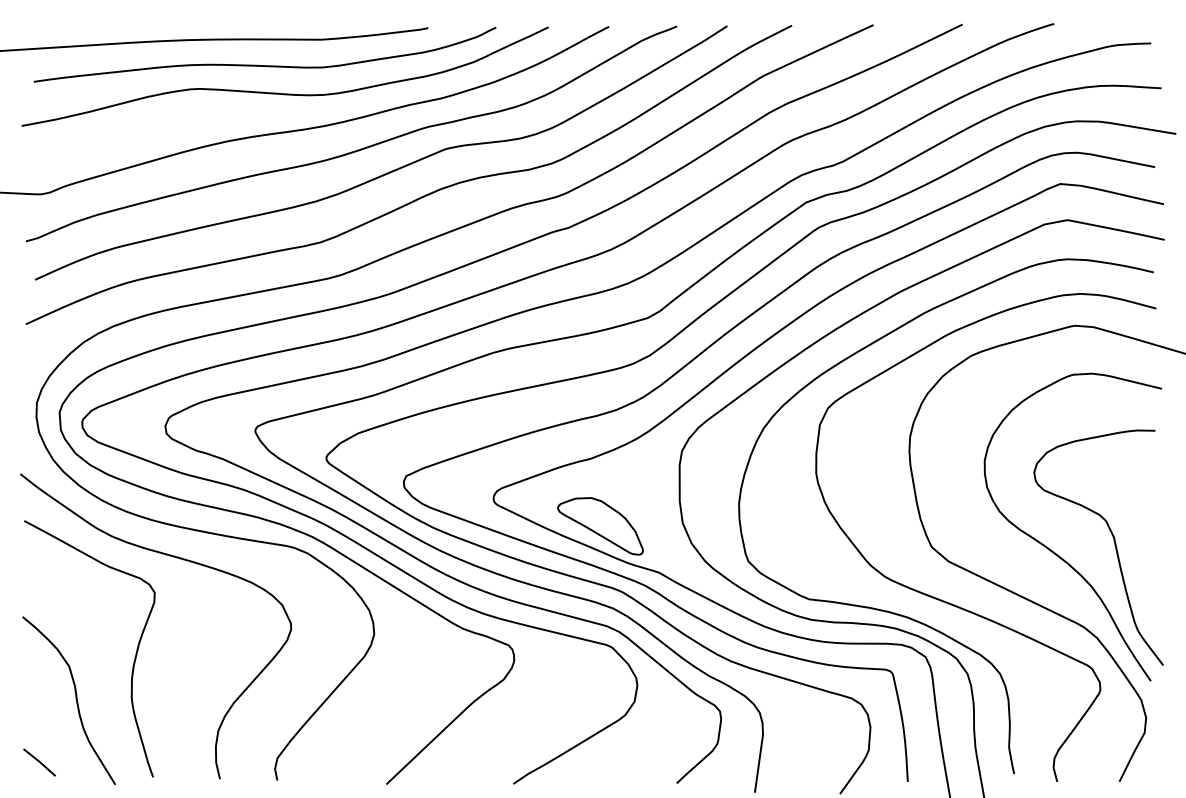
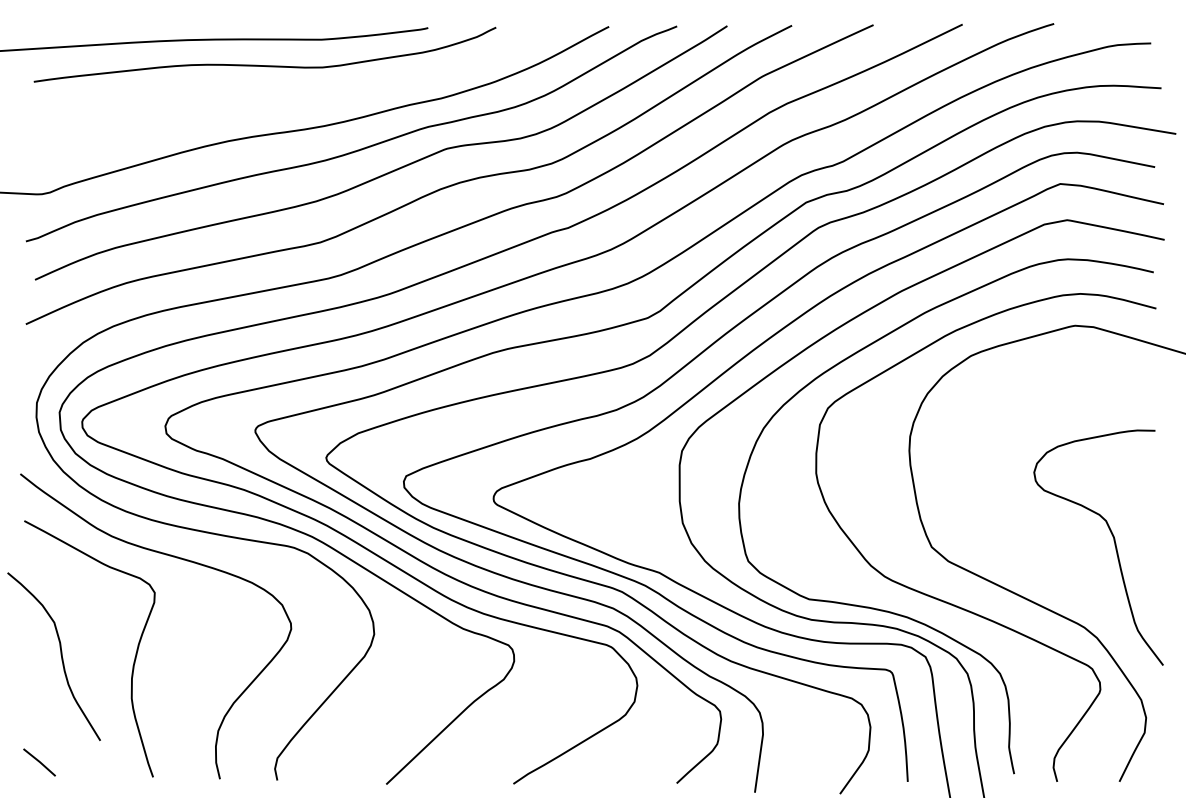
curve at (284, 93): present -> none
part at (600, 526): present -> none
curve at (1055, 552): present -> none
curve at (75, 699) position: (75, 699) -> (60, 655)
